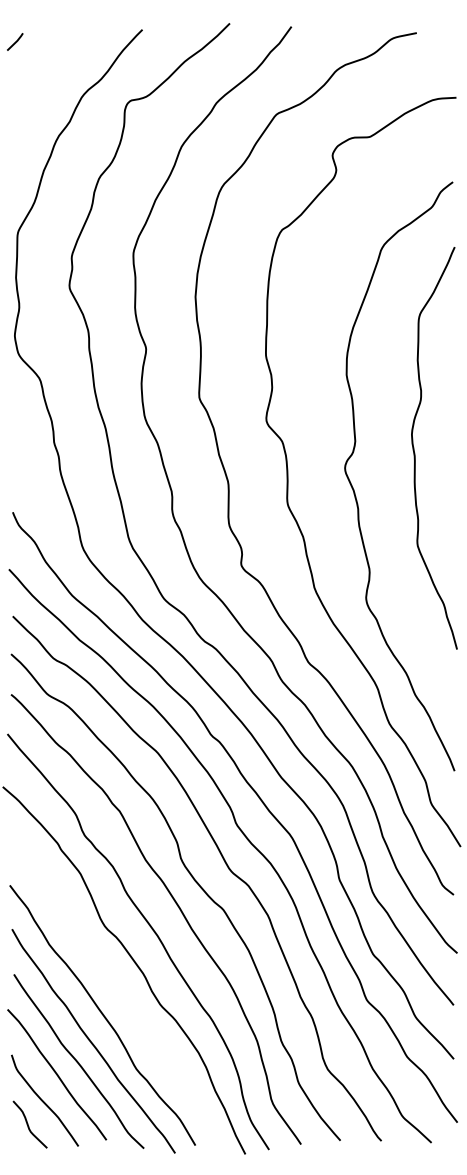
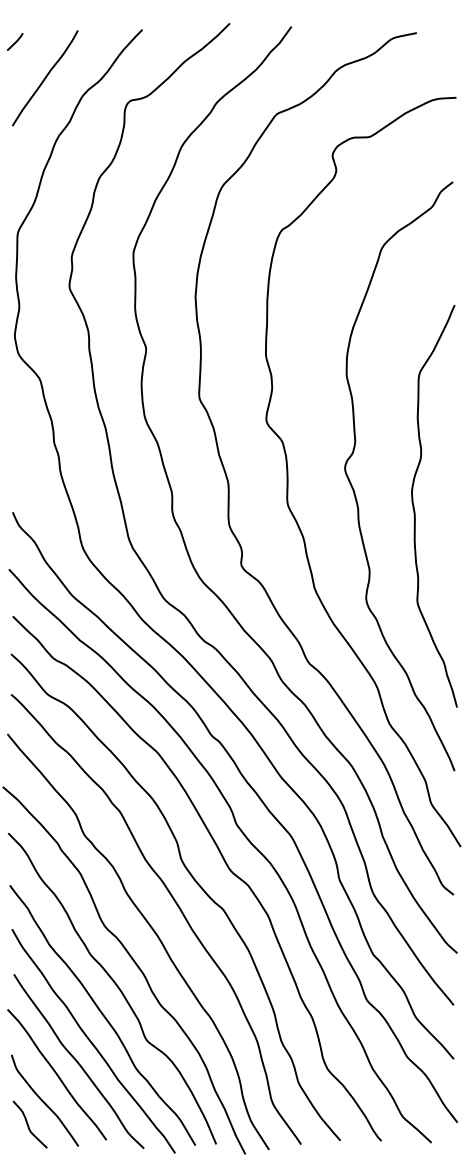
curve at (44, 78): none -> present
curve at (415, 453) position: (415, 453) -> (415, 511)
curve at (115, 985): none -> present
